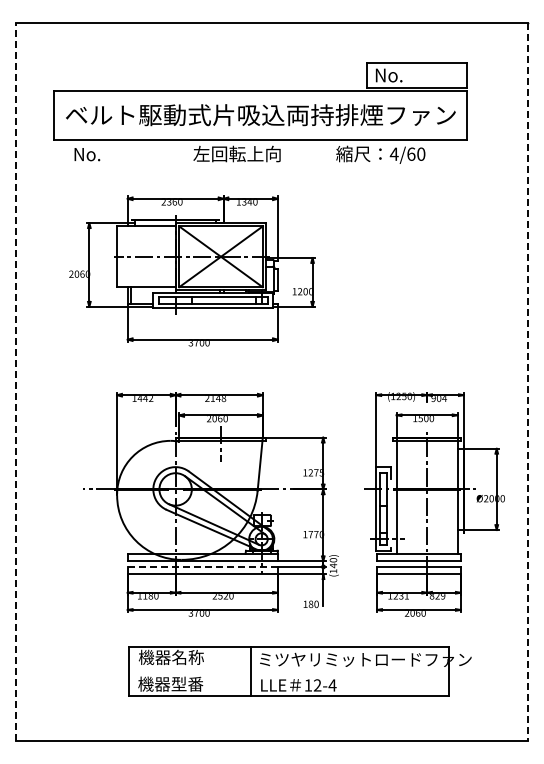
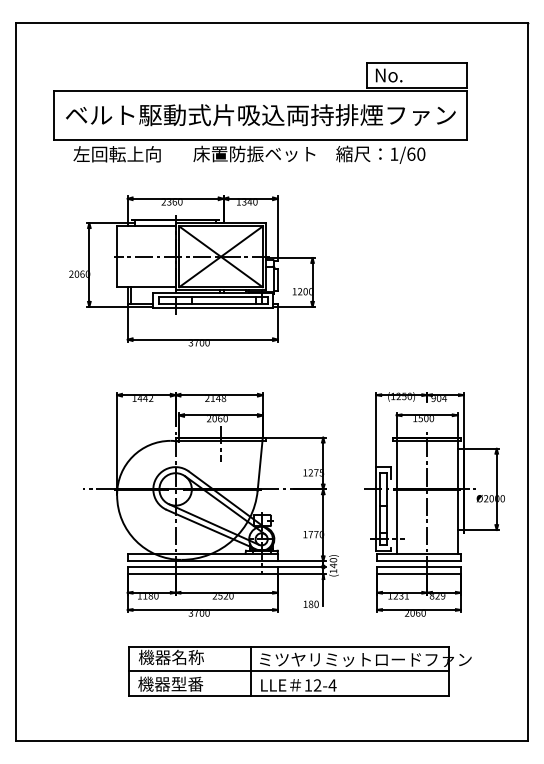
text at (254, 153): 左回転上向 -> 床置防振ベット
text at (393, 153): 4/60 -> 1/60
text at (116, 154): No. -> 左回転上向
line at (16, 381): dashed -> solid
line at (527, 382): dashed -> solid
line at (202, 566): dashed -> solid
line at (288, 671): none -> present
